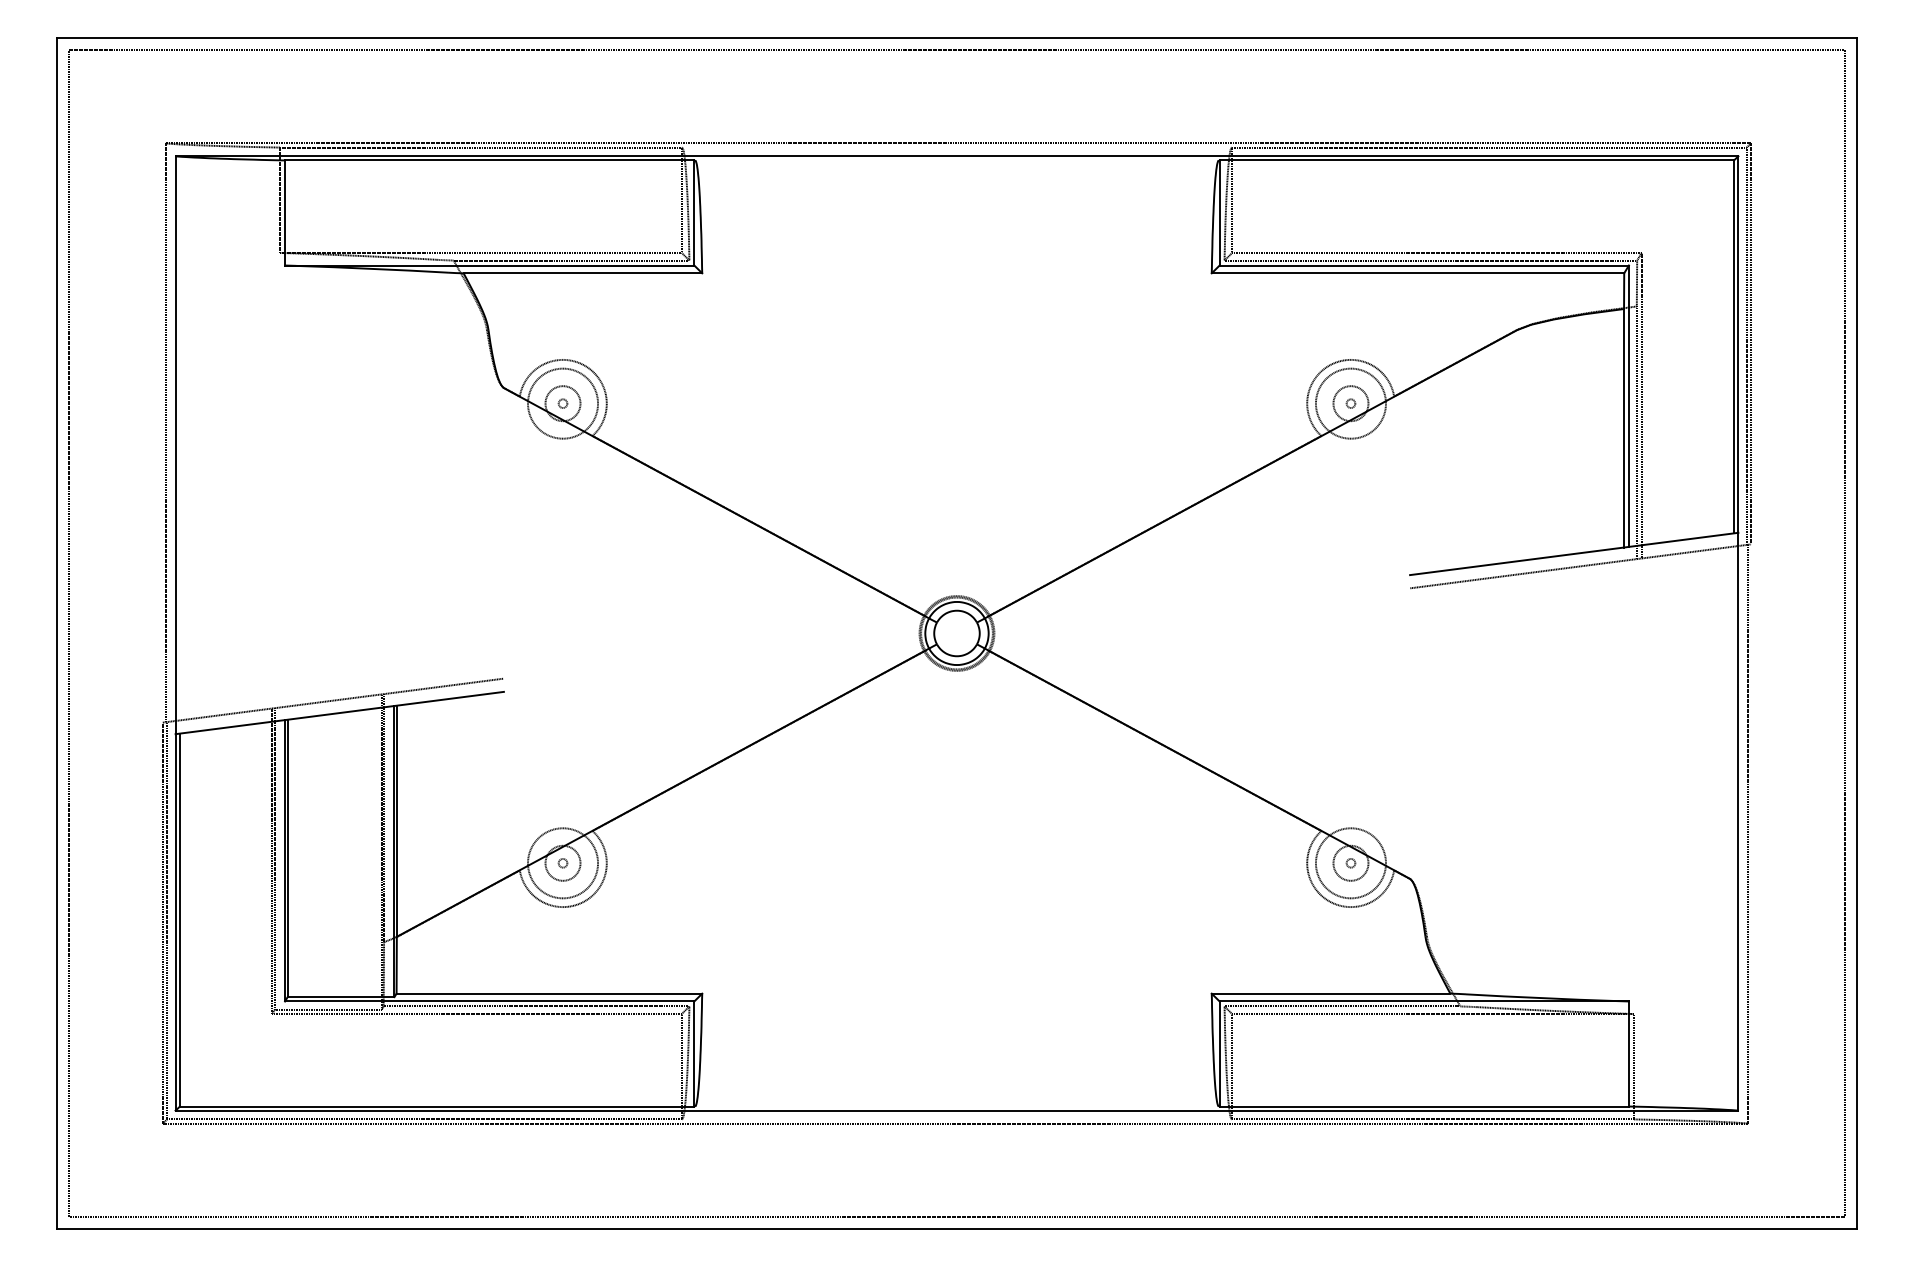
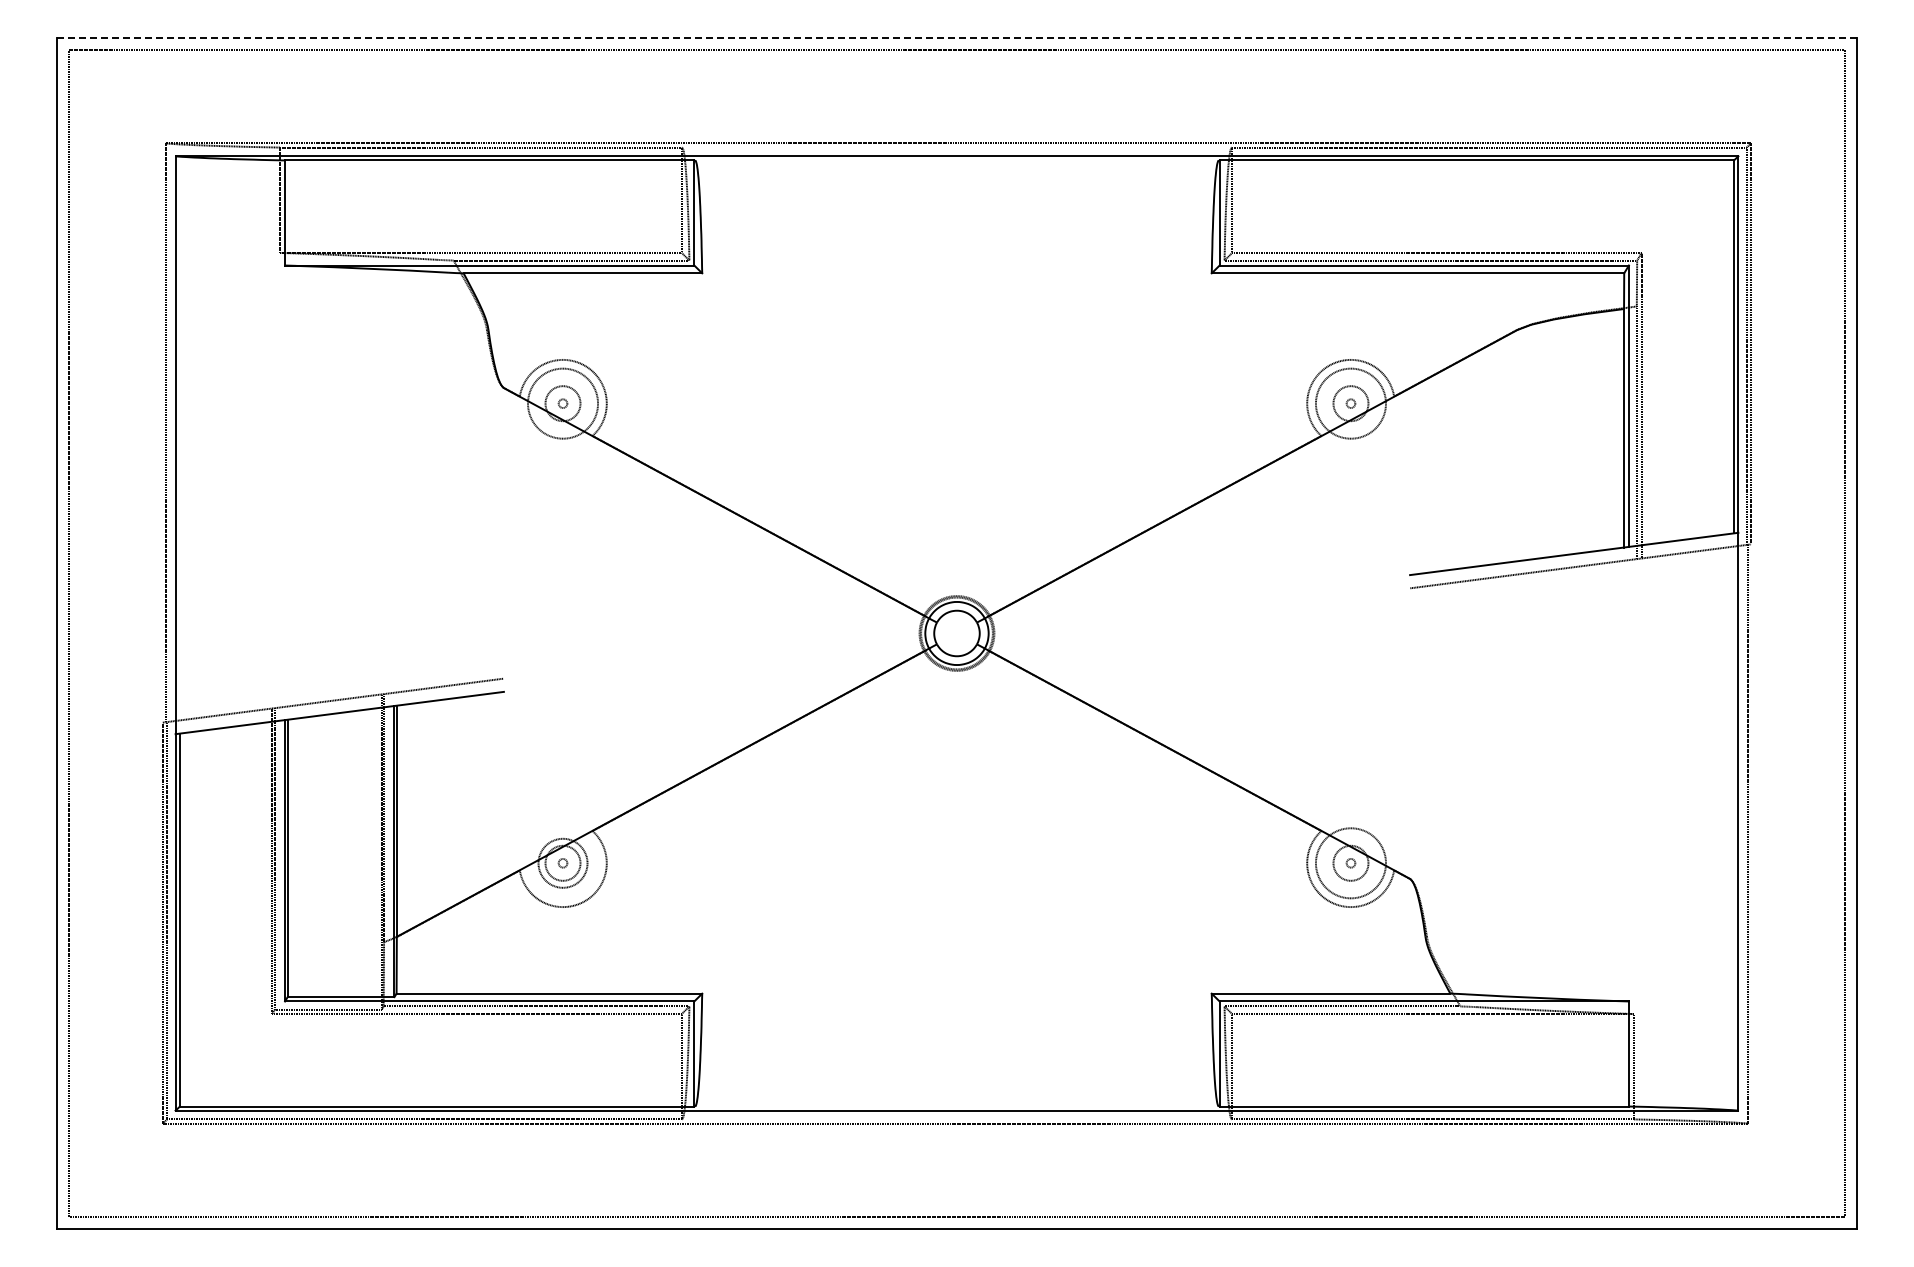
line at (956, 38): solid -> dashed
circle at (563, 863) diameter: 70 px -> 49 px
